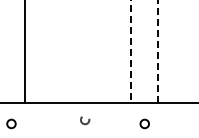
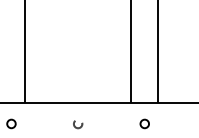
line at (158, 50): dashed -> solid
line at (131, 51): dashed -> solid
circle at (85, 120) position: (85, 120) -> (78, 124)
